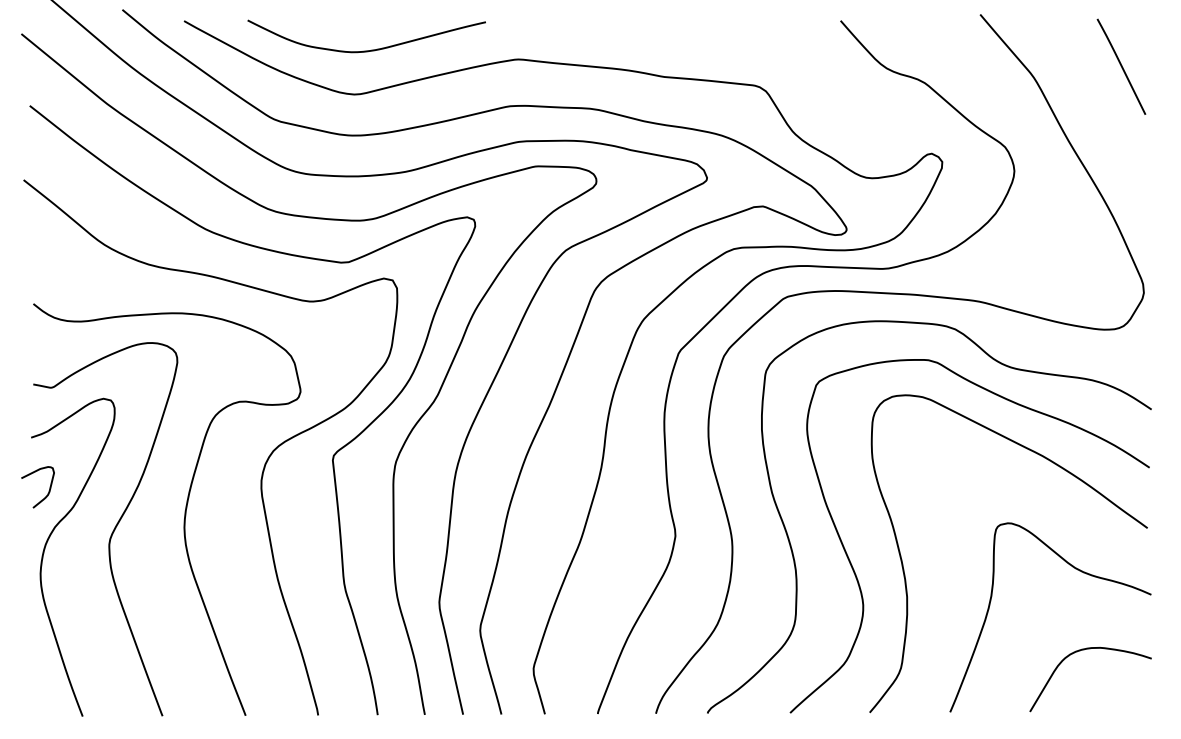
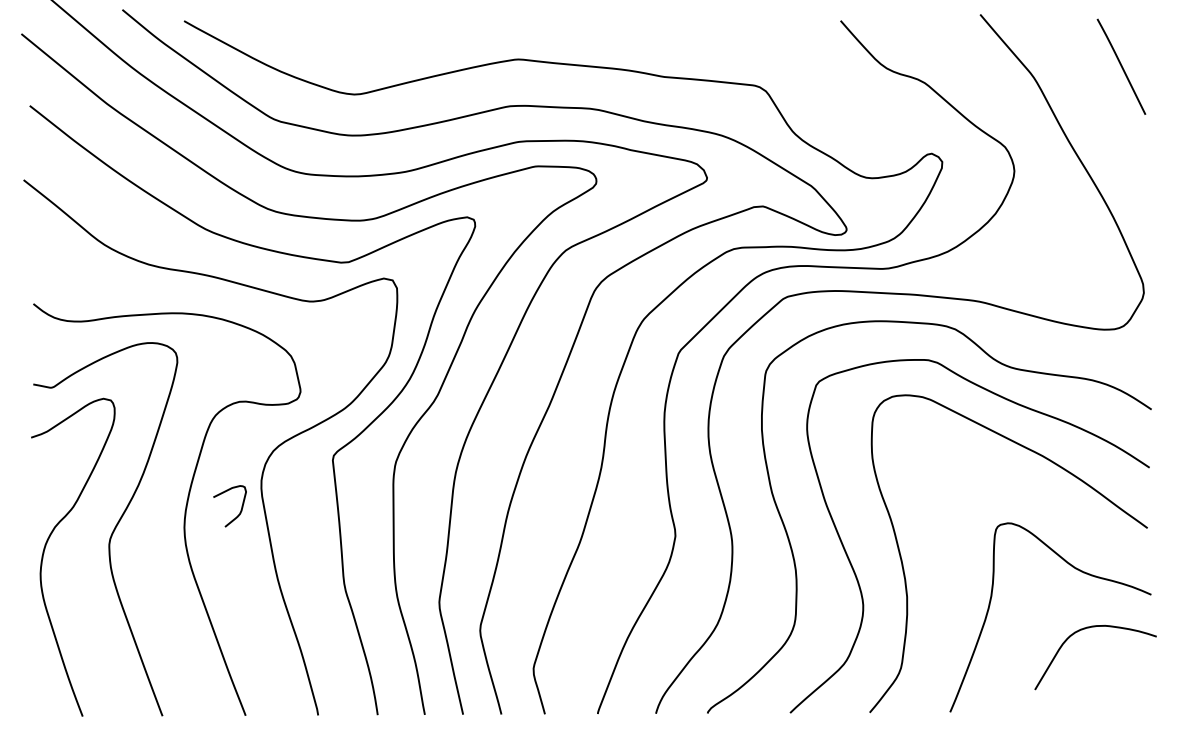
curve at (371, 49): present -> none
curve at (48, 490) position: (48, 490) -> (240, 509)
curve at (1084, 650) position: (1084, 650) -> (1089, 628)
